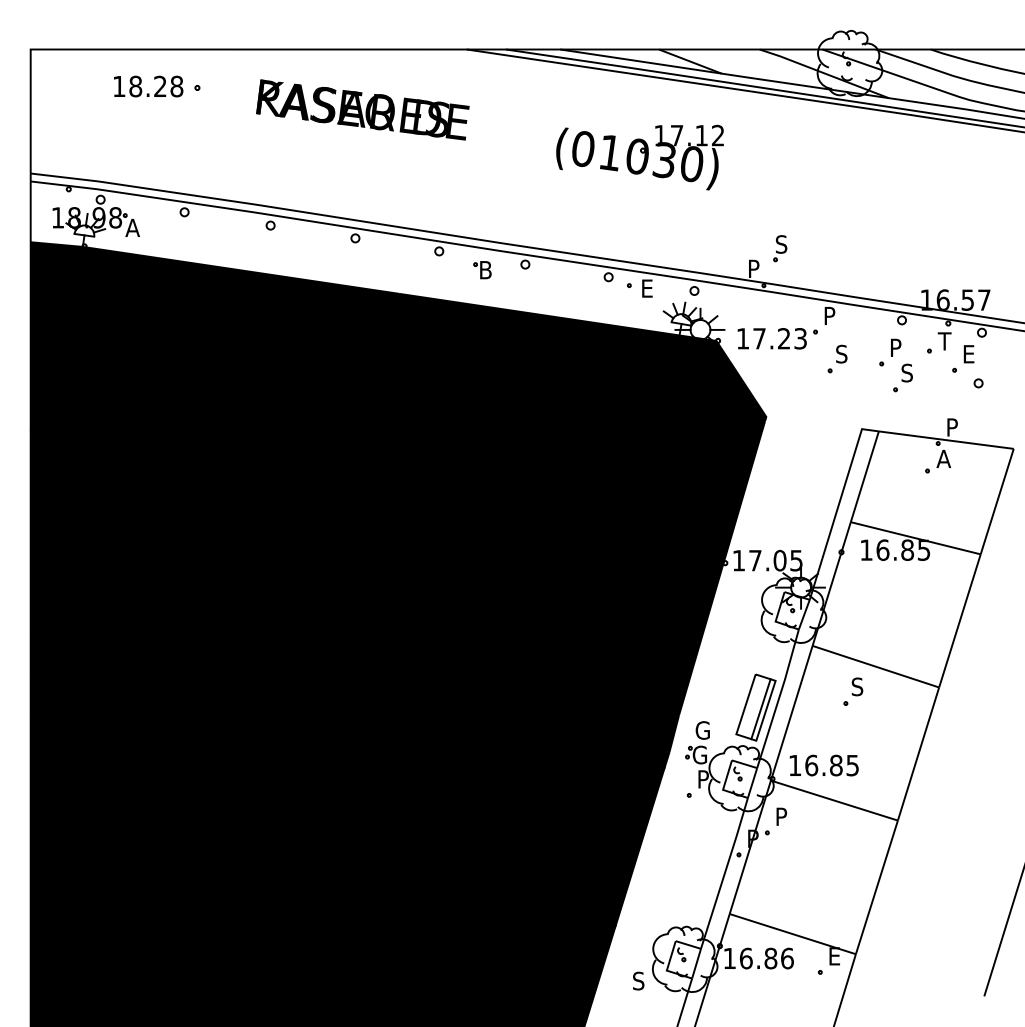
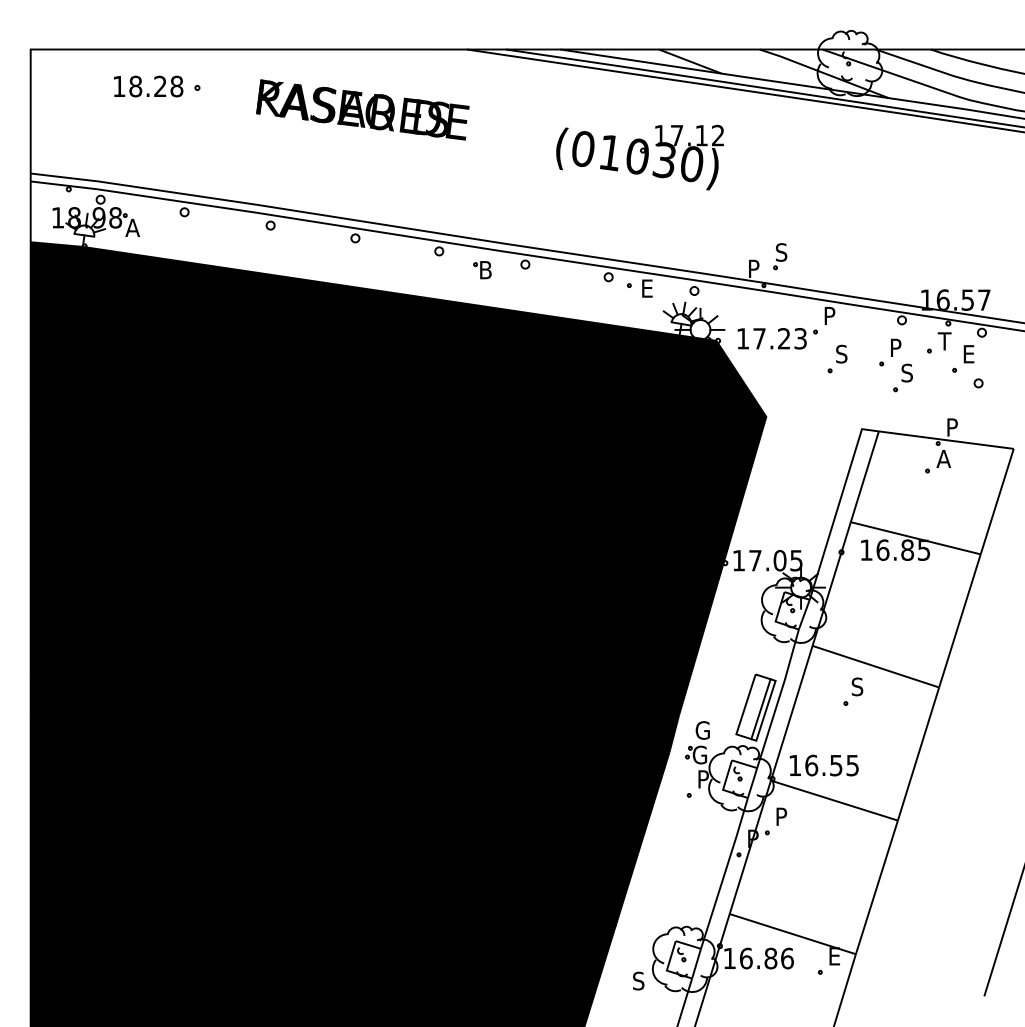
part at (780, 248) position: (780, 248) -> (780, 256)
text at (836, 765): 16.85 -> 16.55
